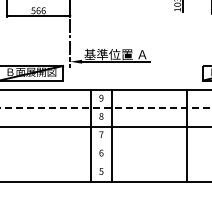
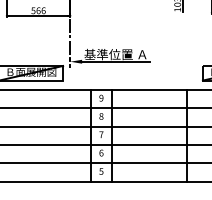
line at (106, 108): dashed -> solid
line at (105, 144): none -> present
line at (105, 163): none -> present
